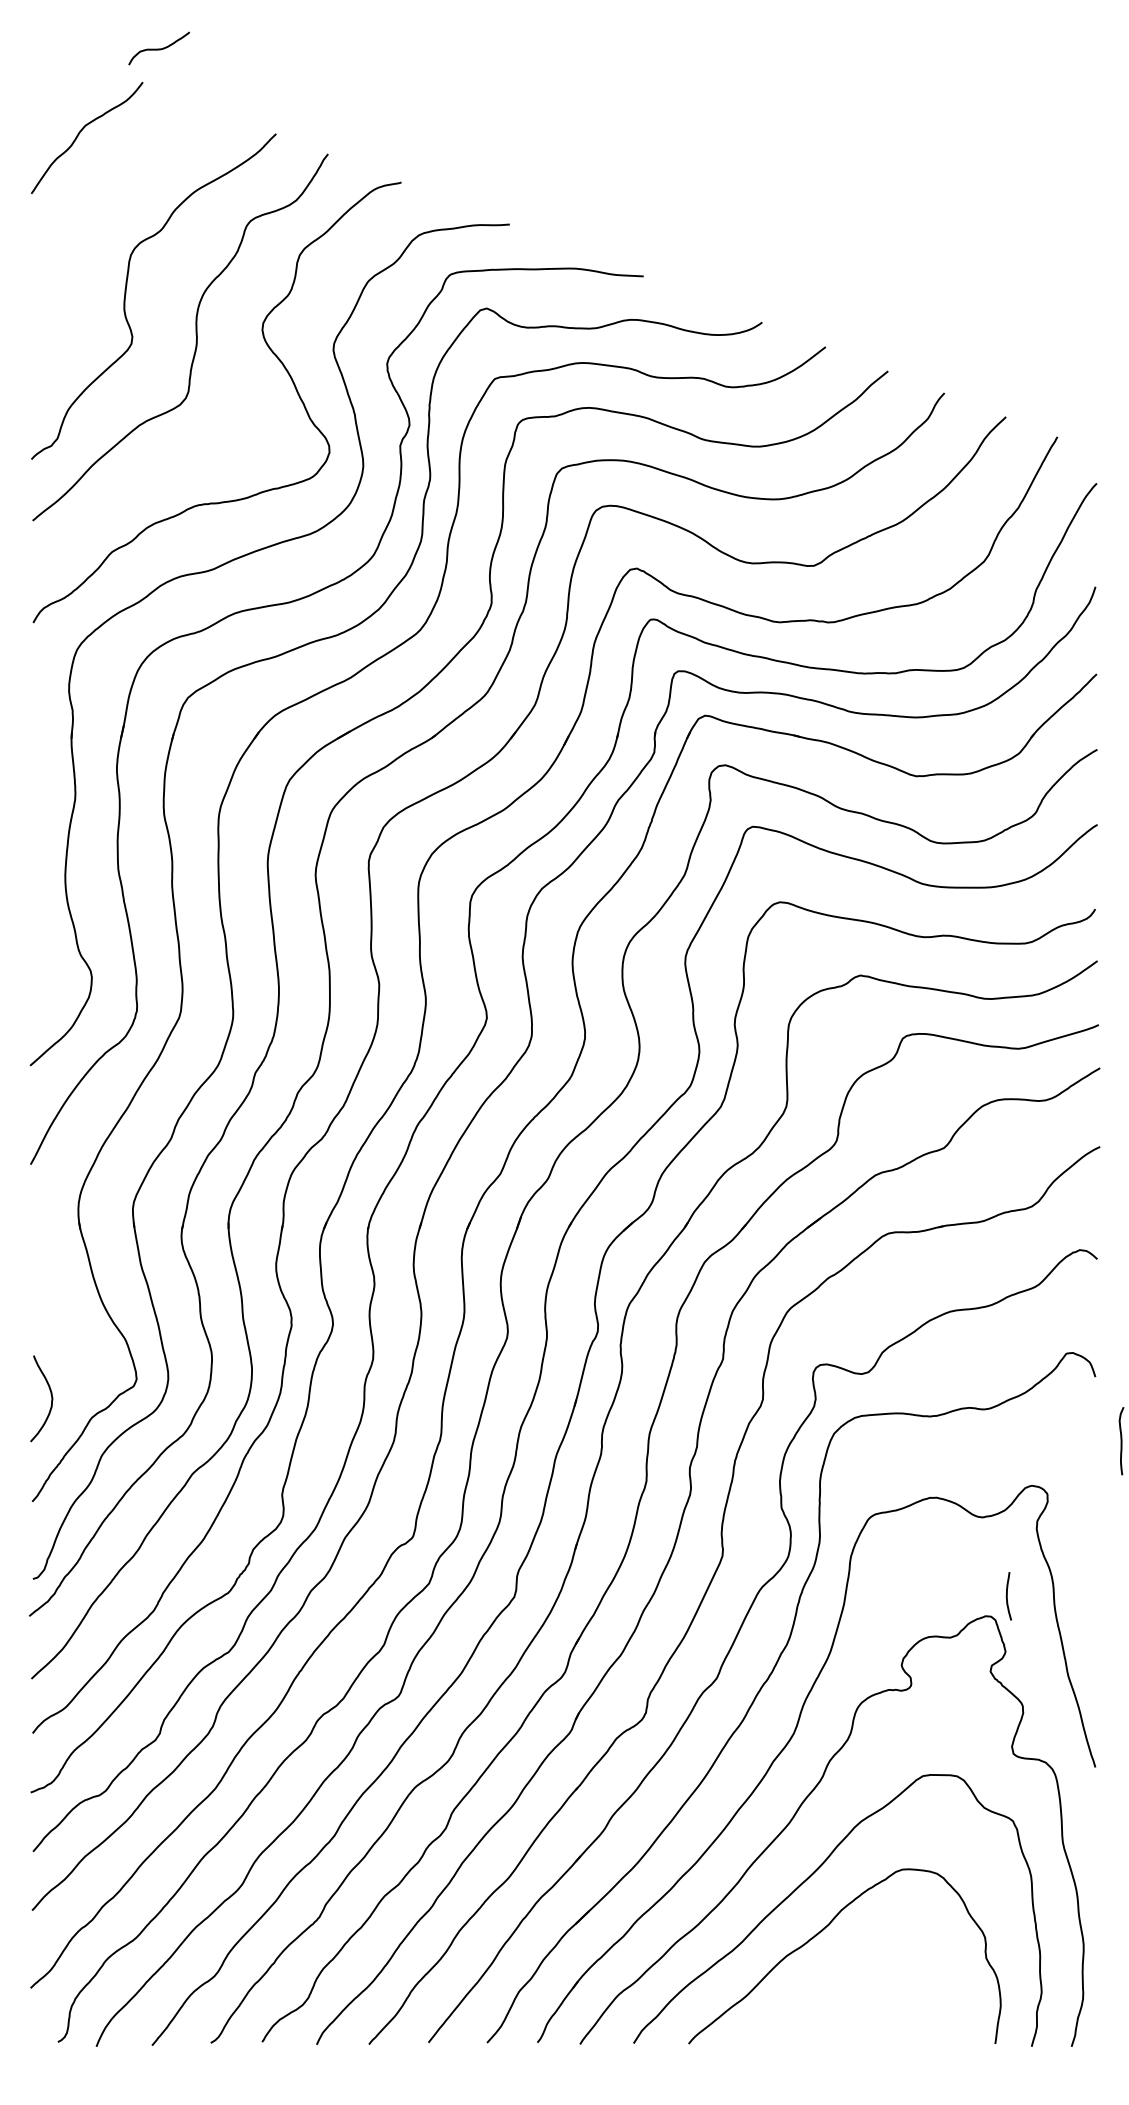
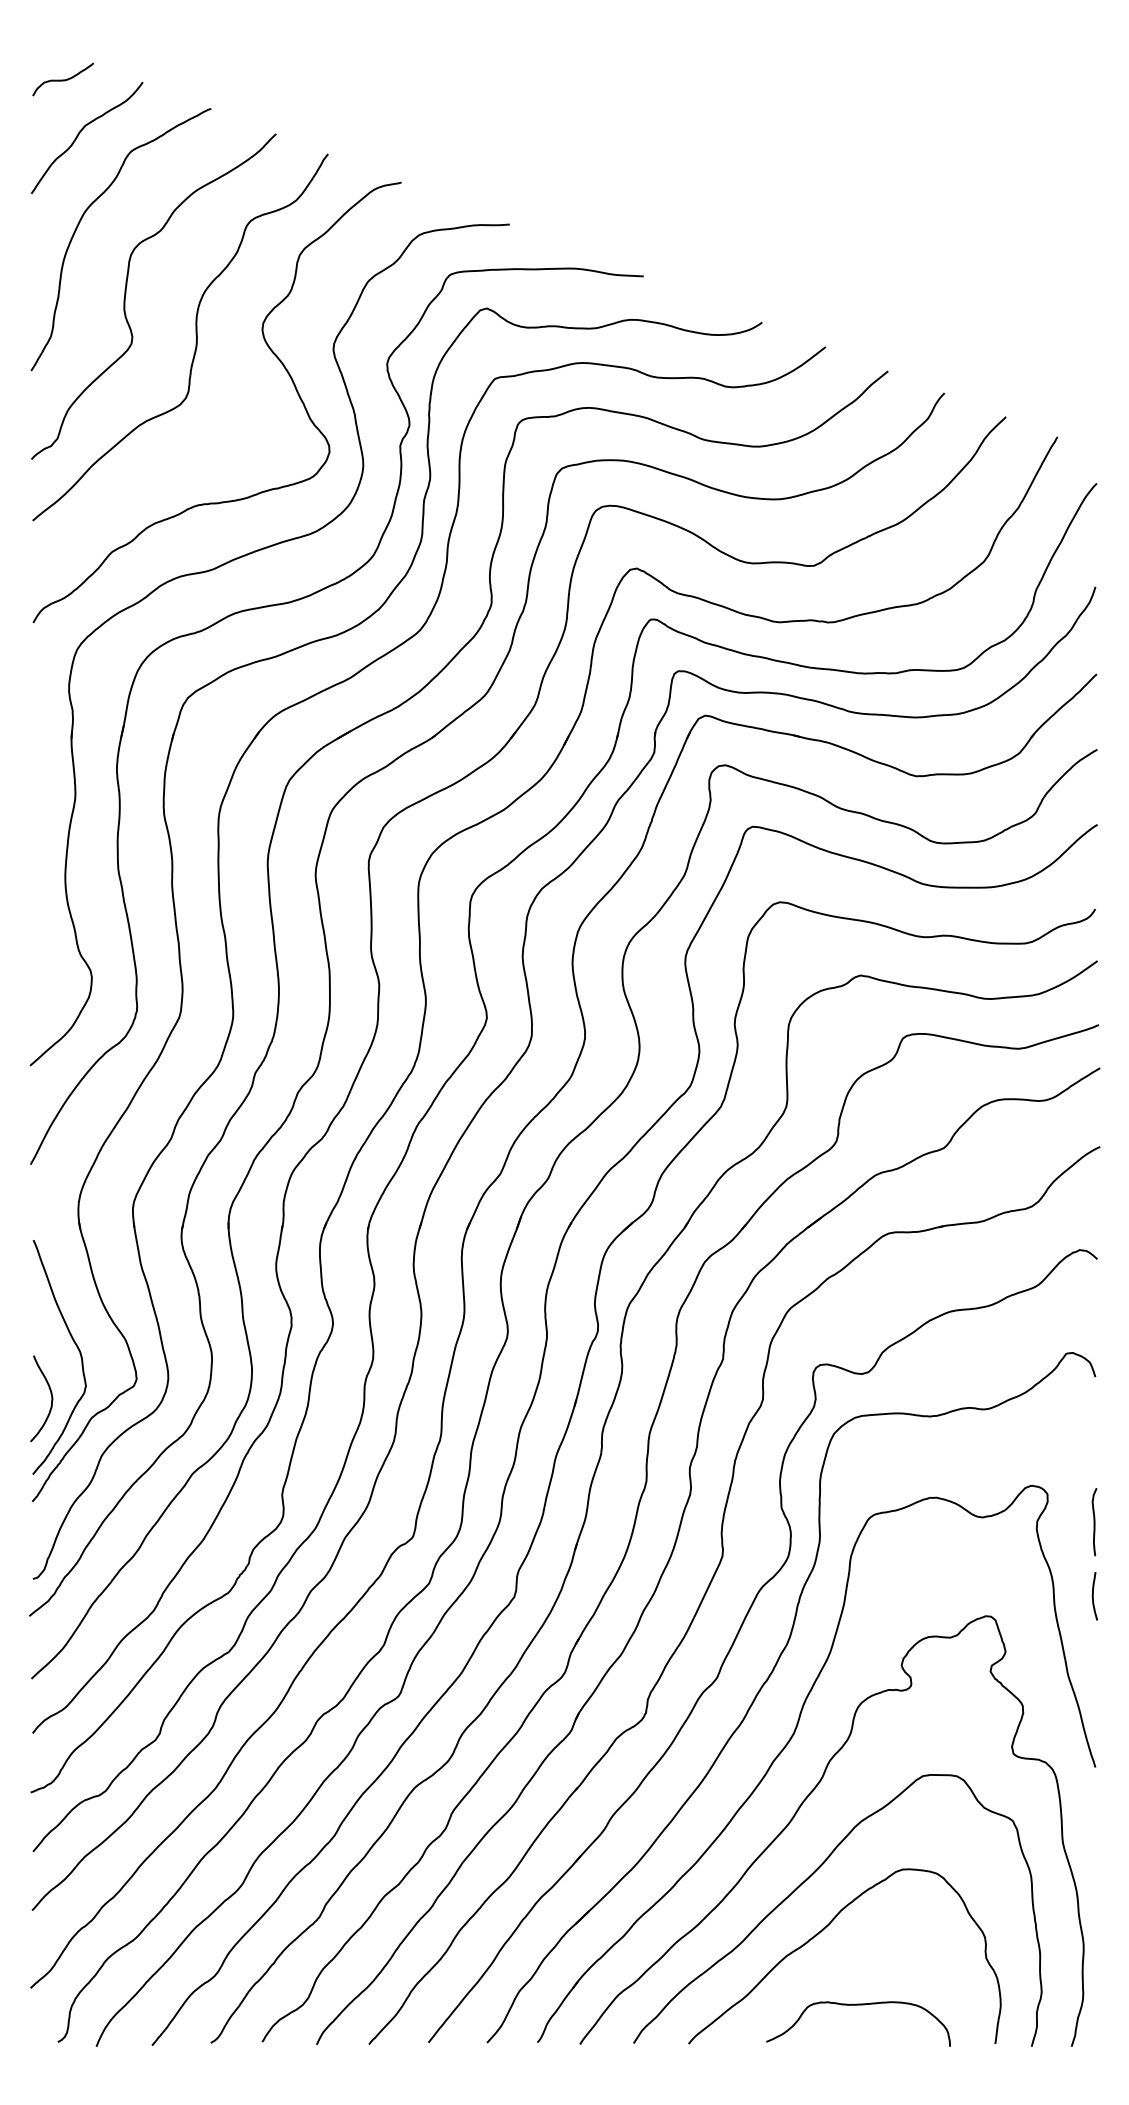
curve at (158, 48) position: (158, 48) -> (62, 79)
curve at (81, 220): none -> present
curve at (77, 1349): none -> present
curve at (1121, 1441) position: (1121, 1441) -> (1094, 1522)
curve at (1007, 1596) position: (1007, 1596) -> (1093, 1596)
curve at (858, 2005): none -> present
